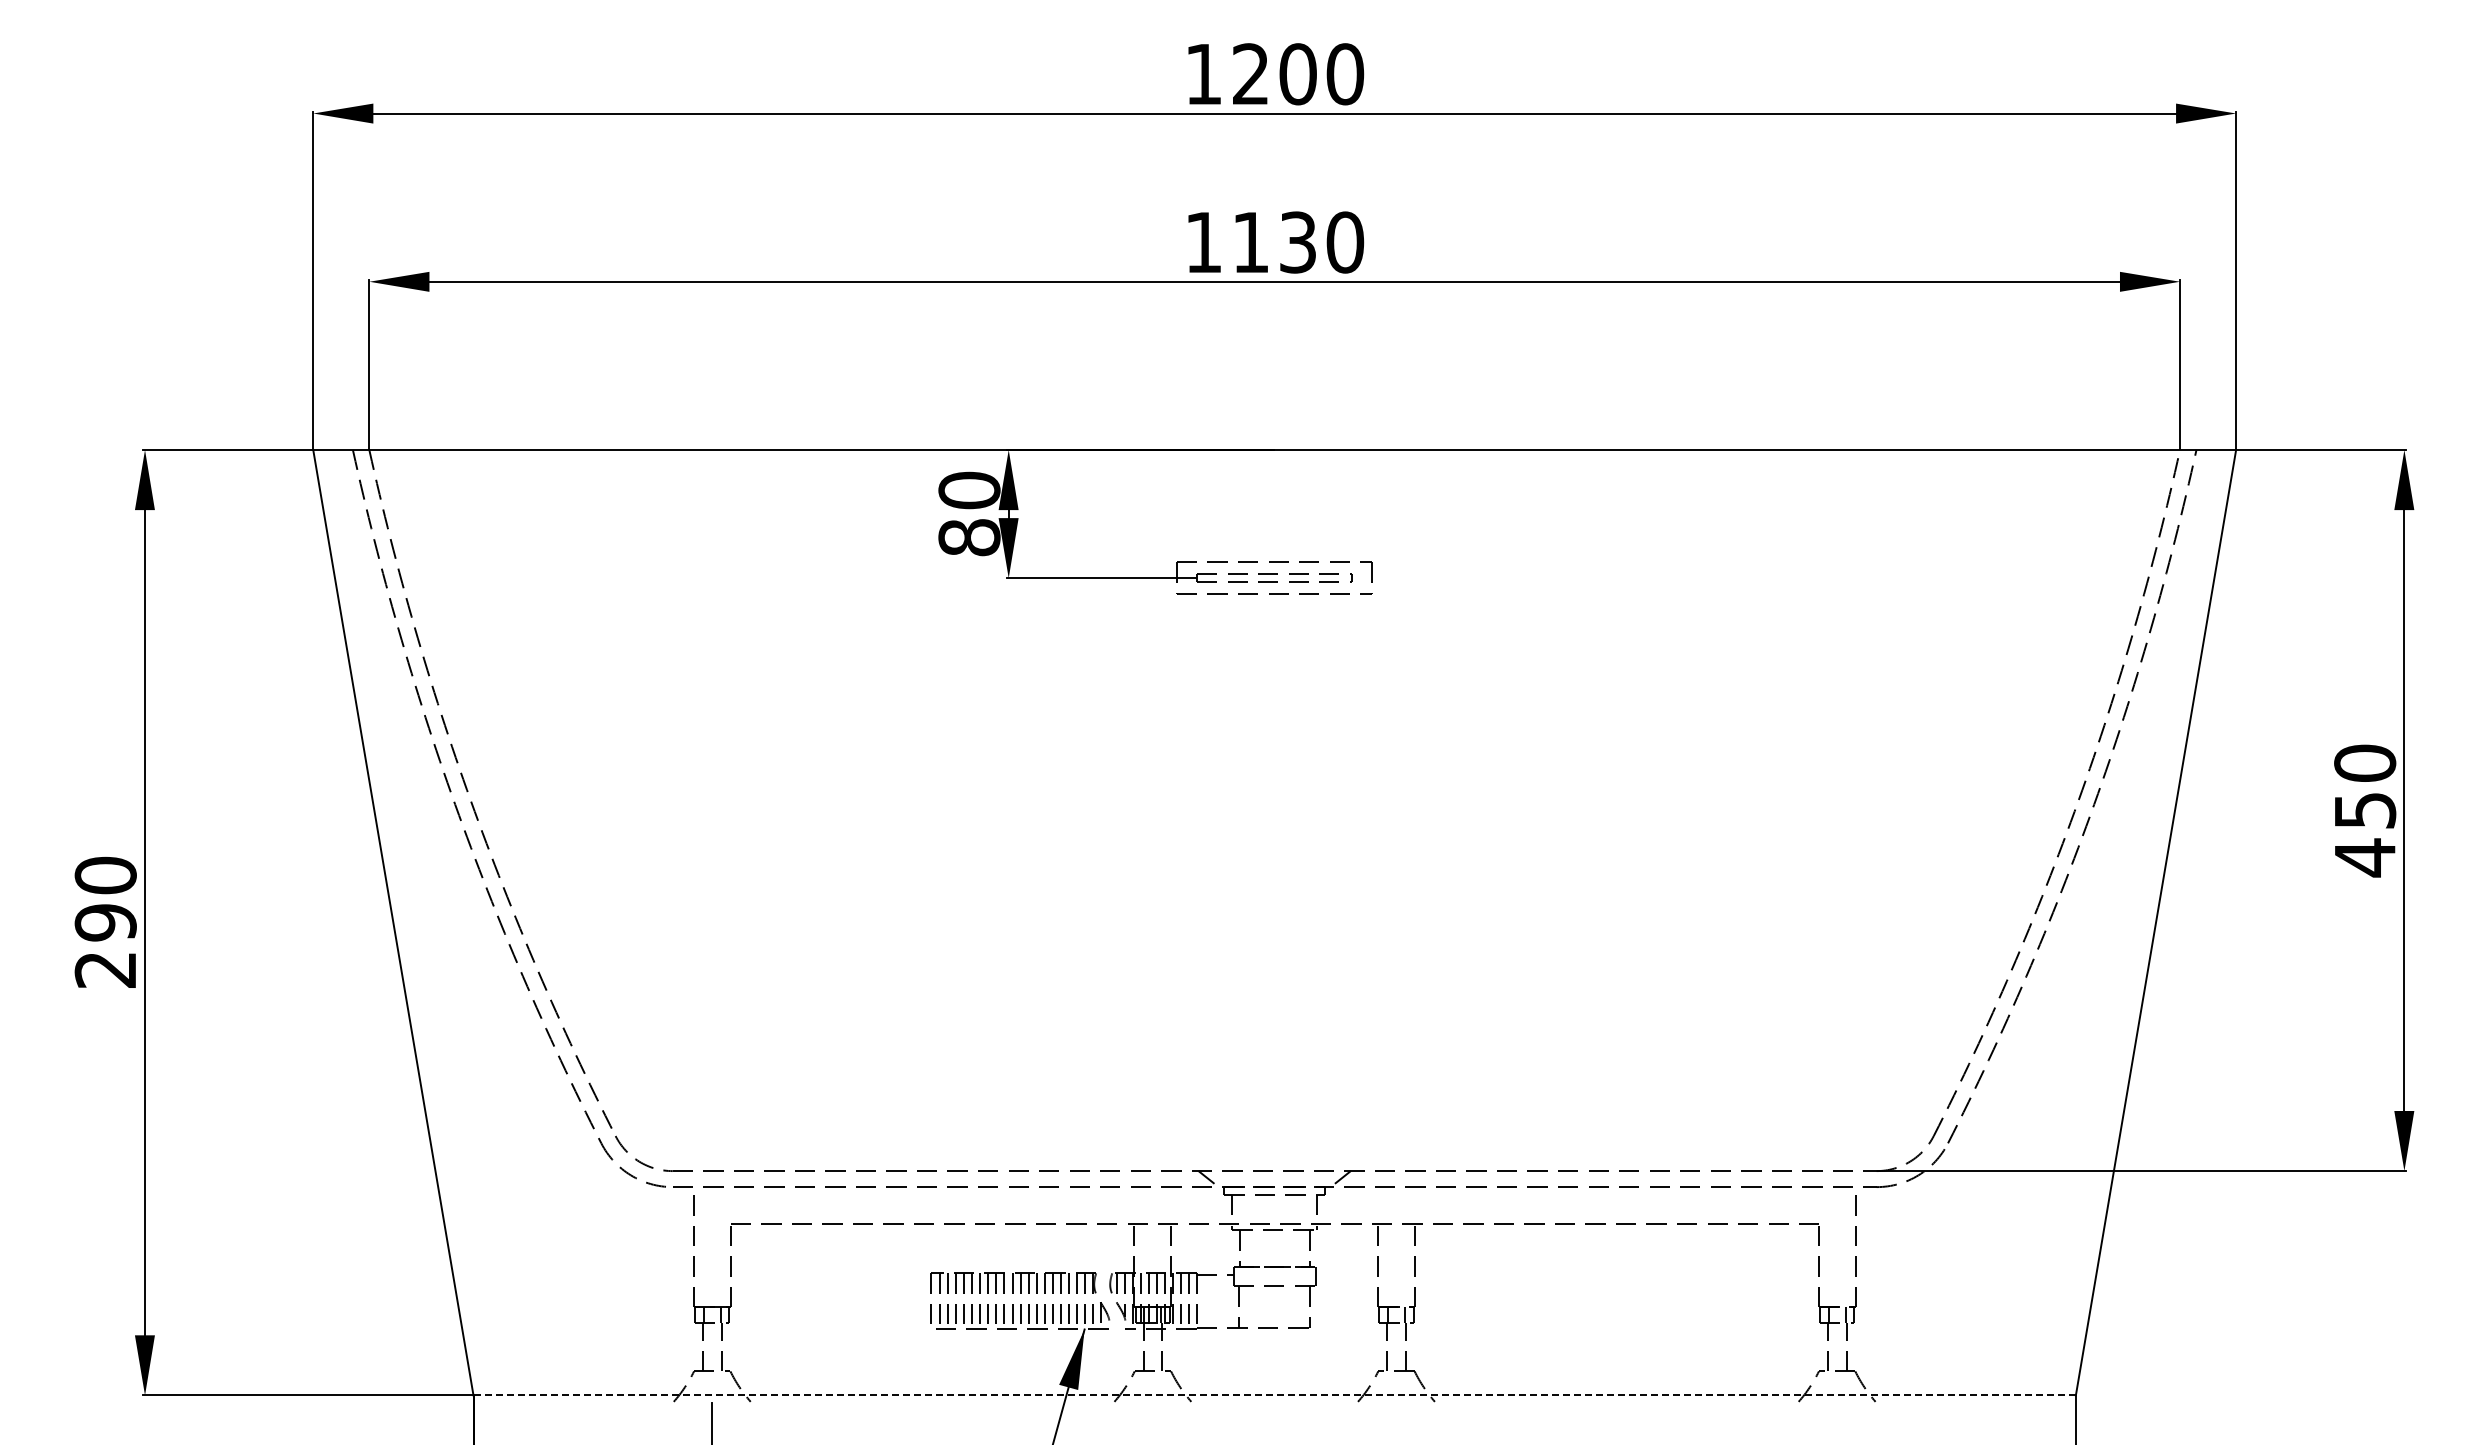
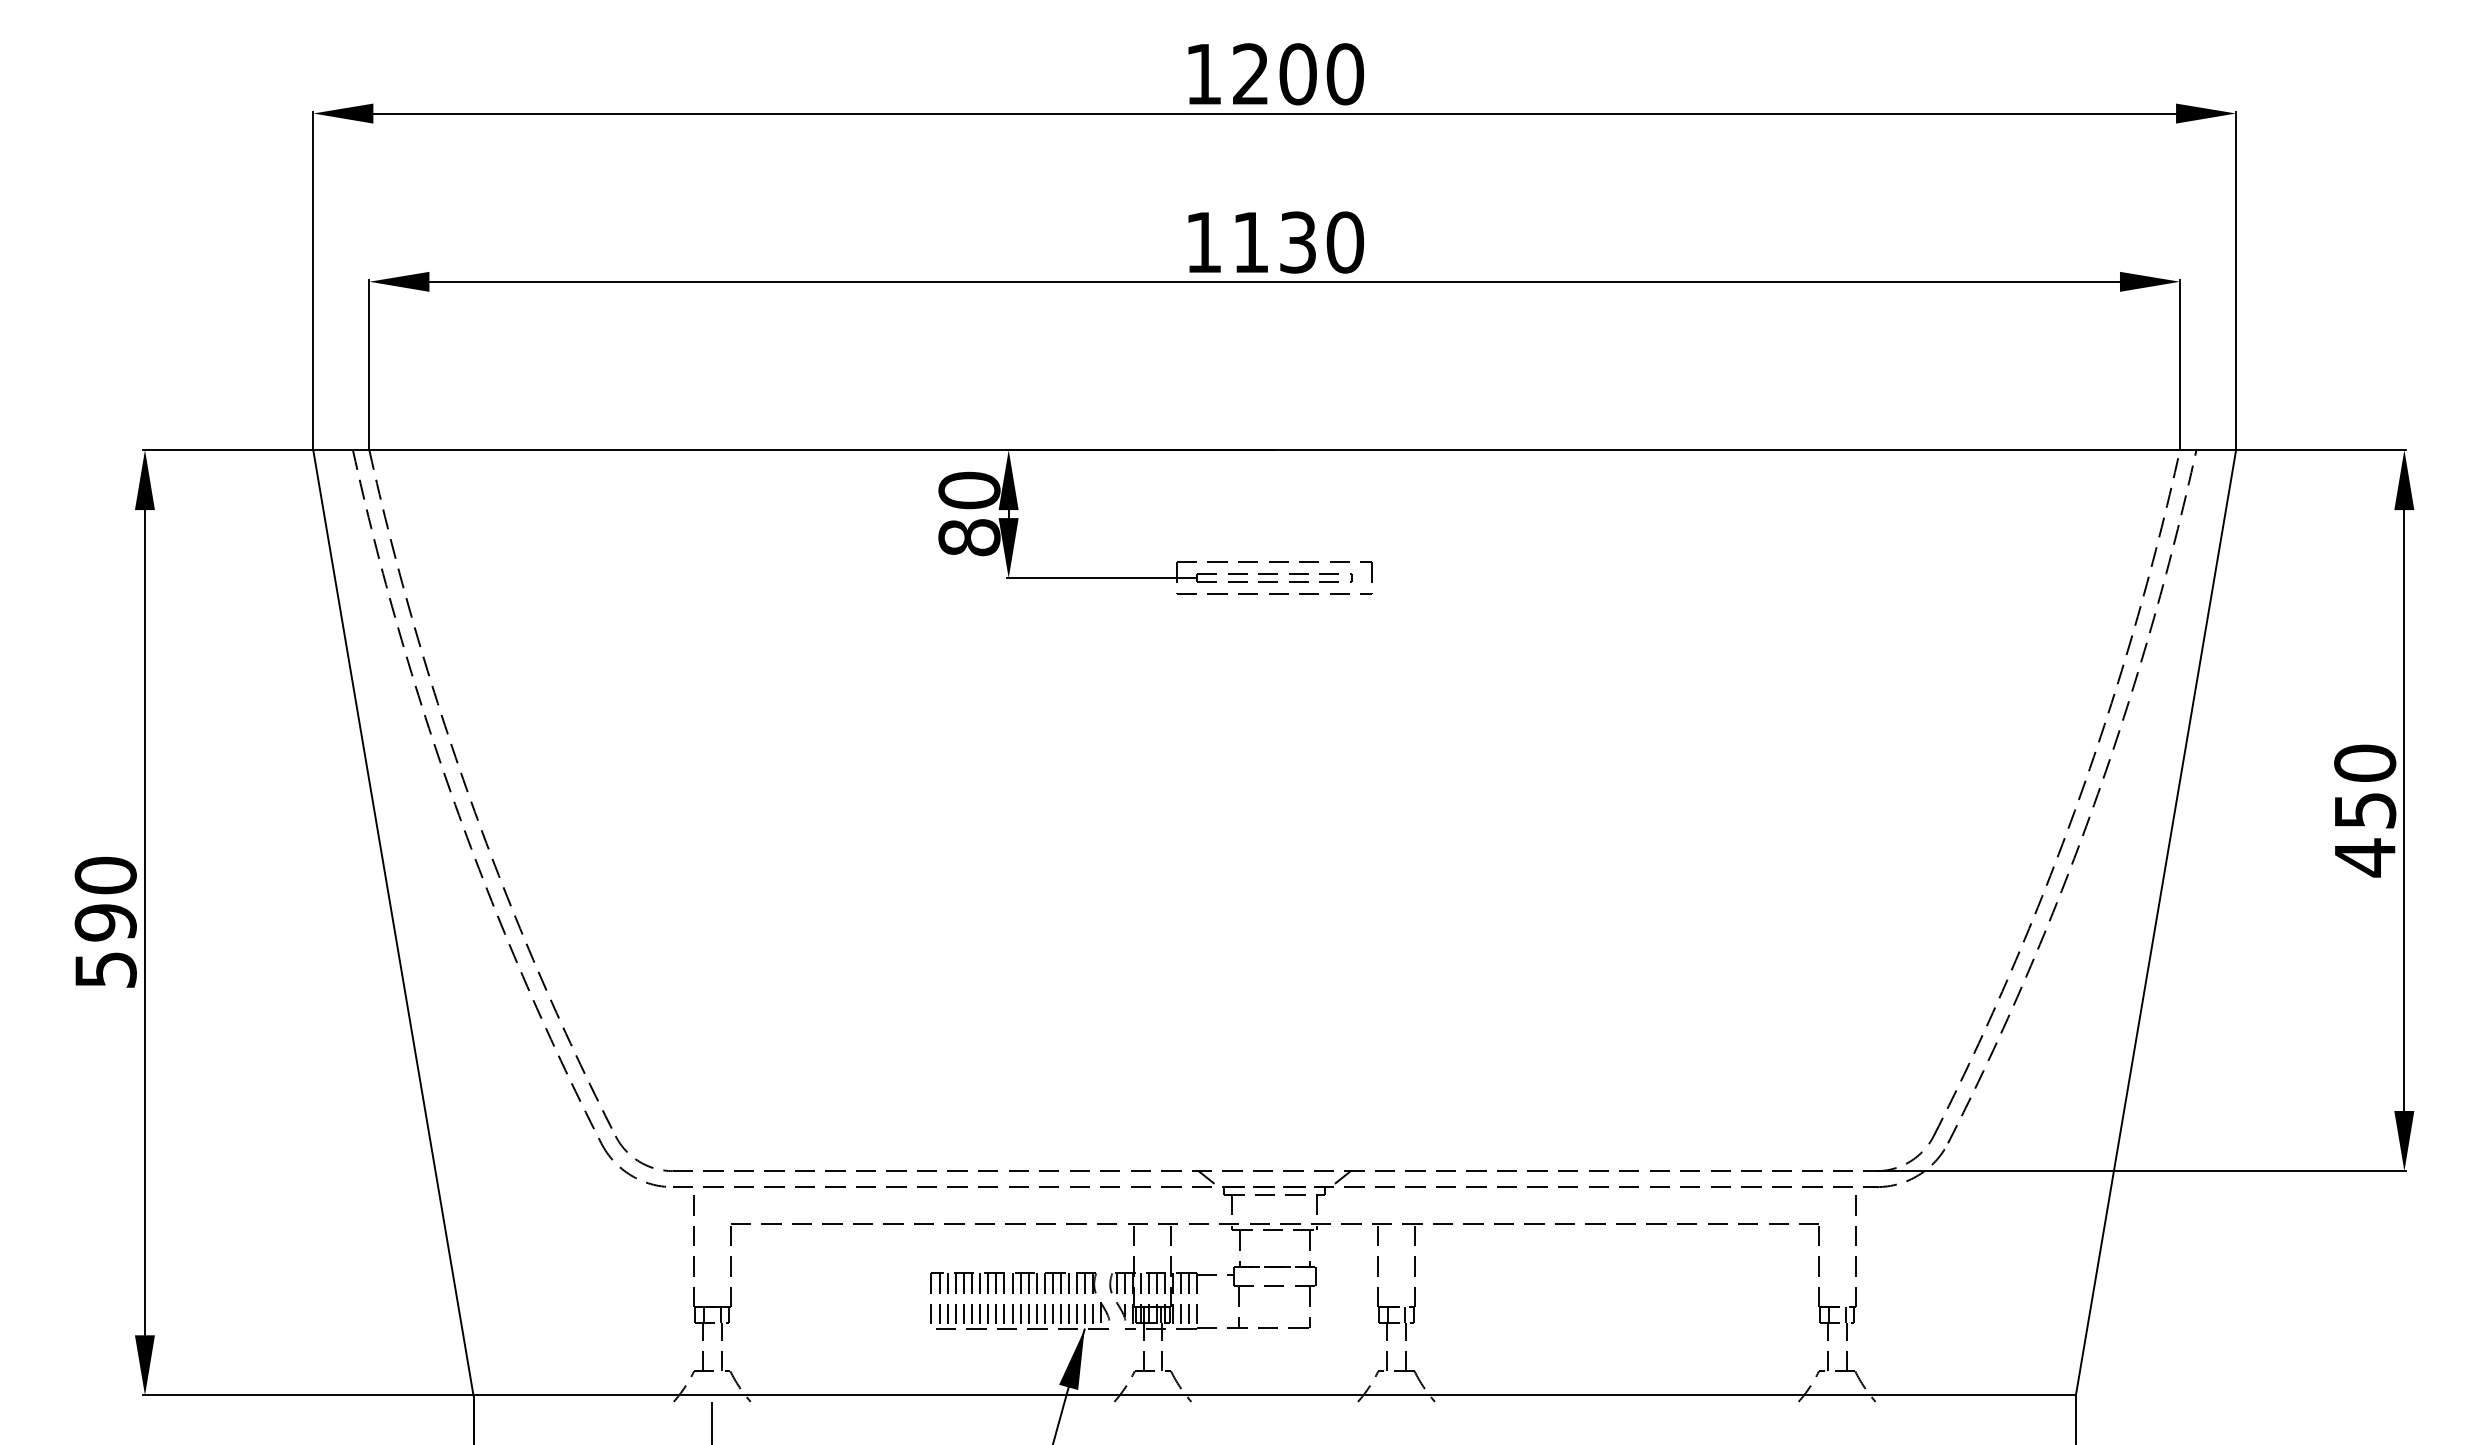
text at (105, 969): 290 -> 590
line at (1275, 1395): dashed -> solid
